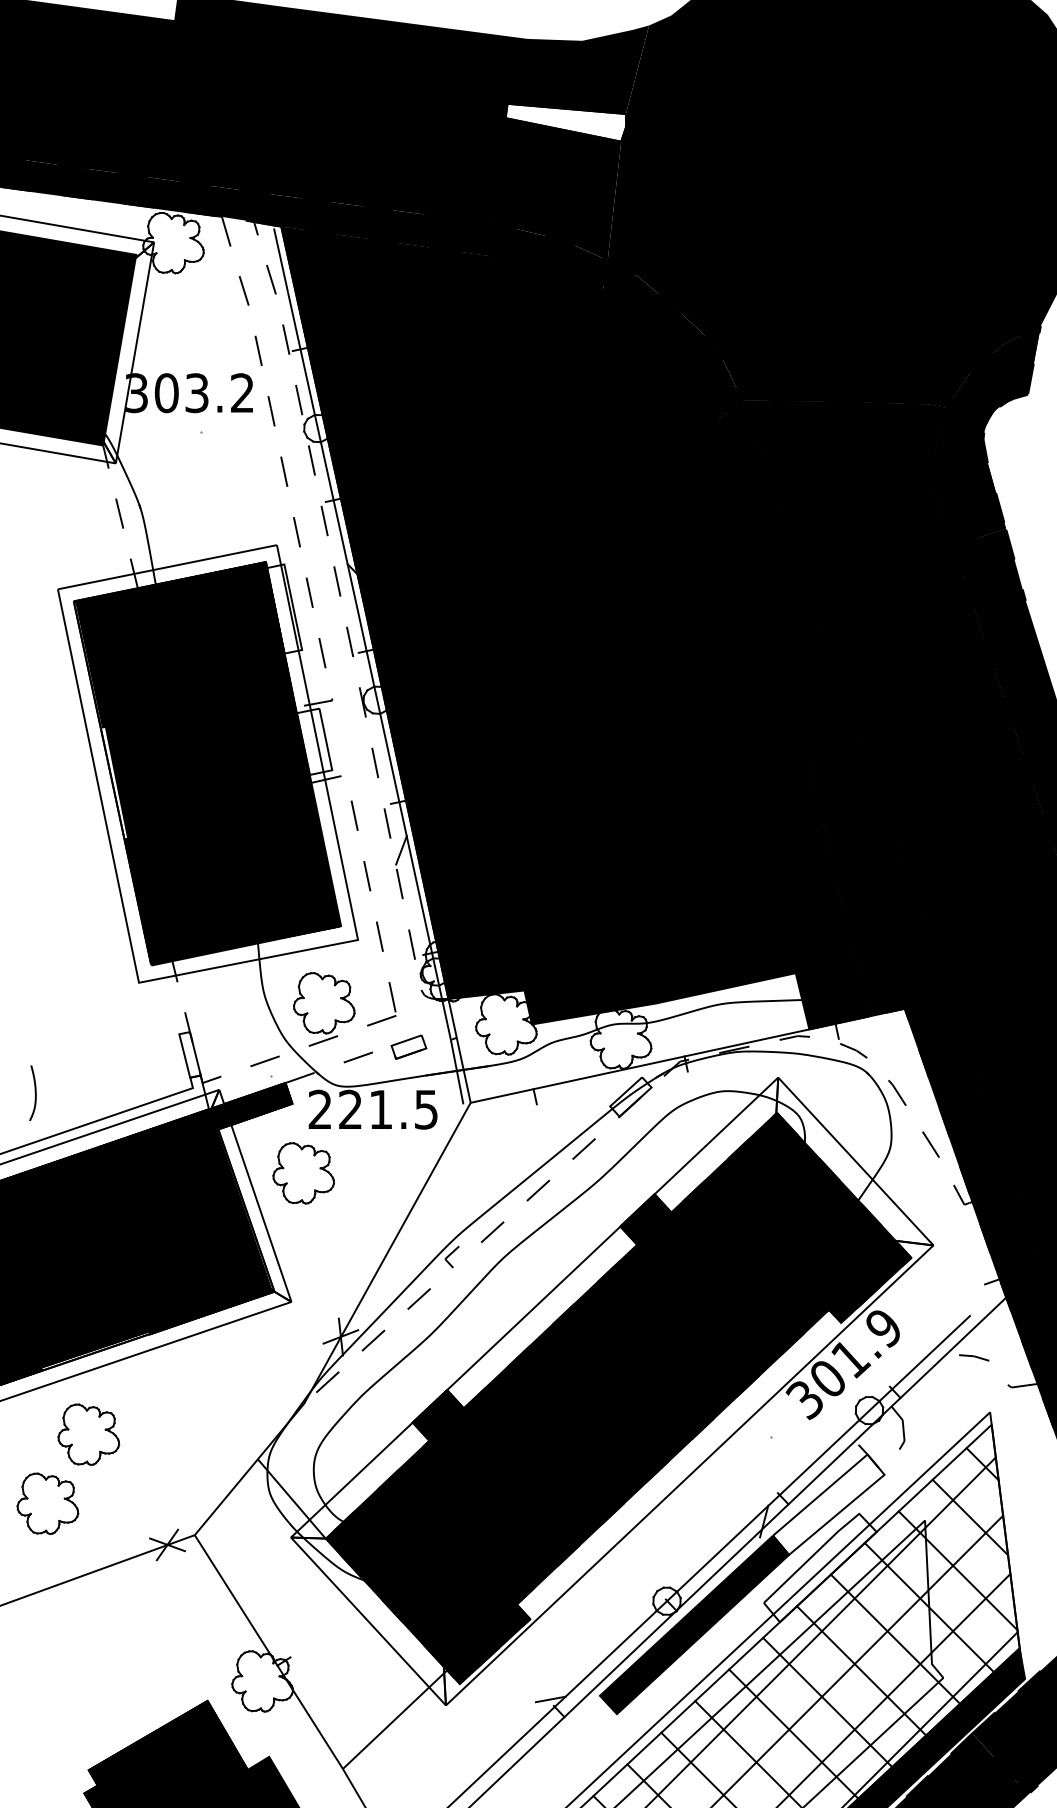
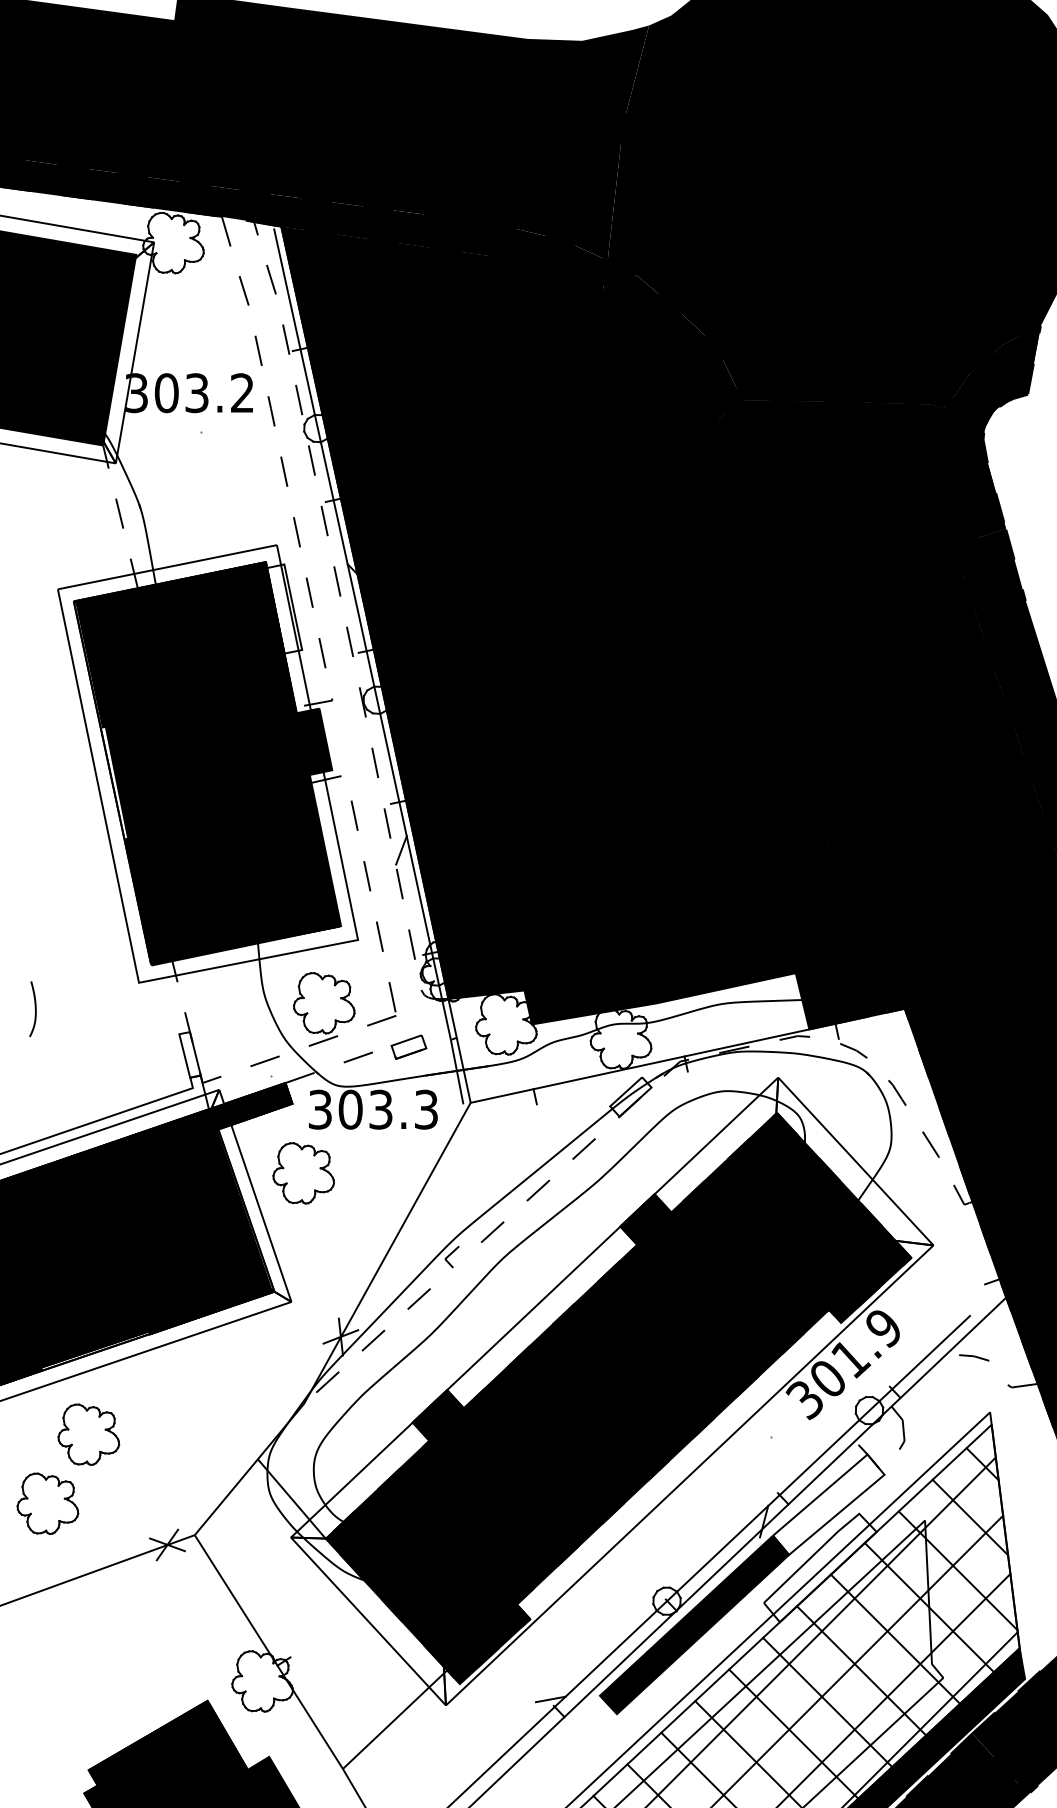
fill at (565, 122): none -> present
fill at (314, 741): none -> present
curve at (34, 1092) position: (34, 1092) -> (34, 1008)
text at (372, 1109): 221.5 -> 303.3
